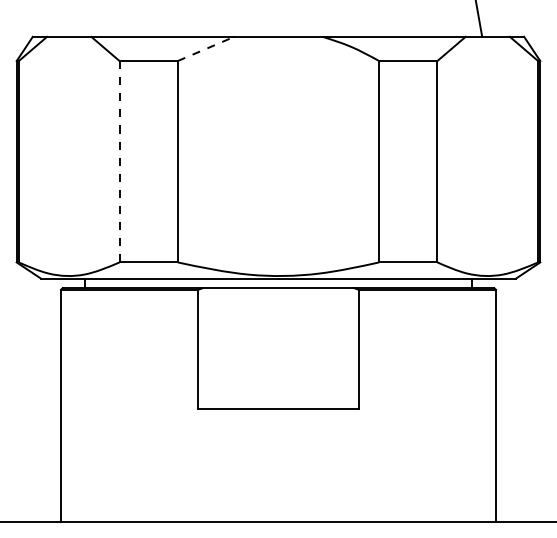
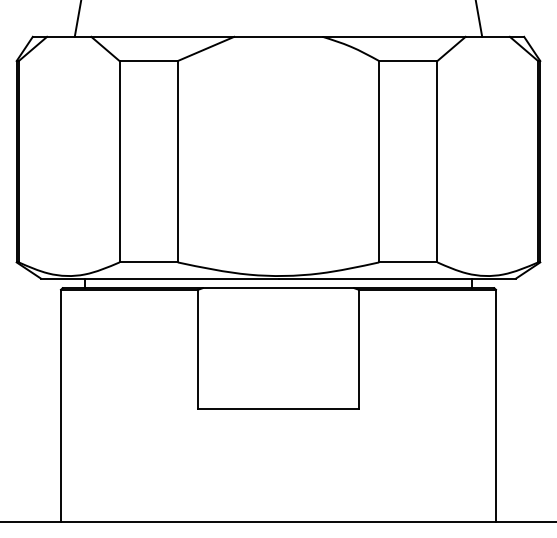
line at (77, 19): none -> present
line at (206, 48): dashed -> solid
line at (119, 161): dashed -> solid
